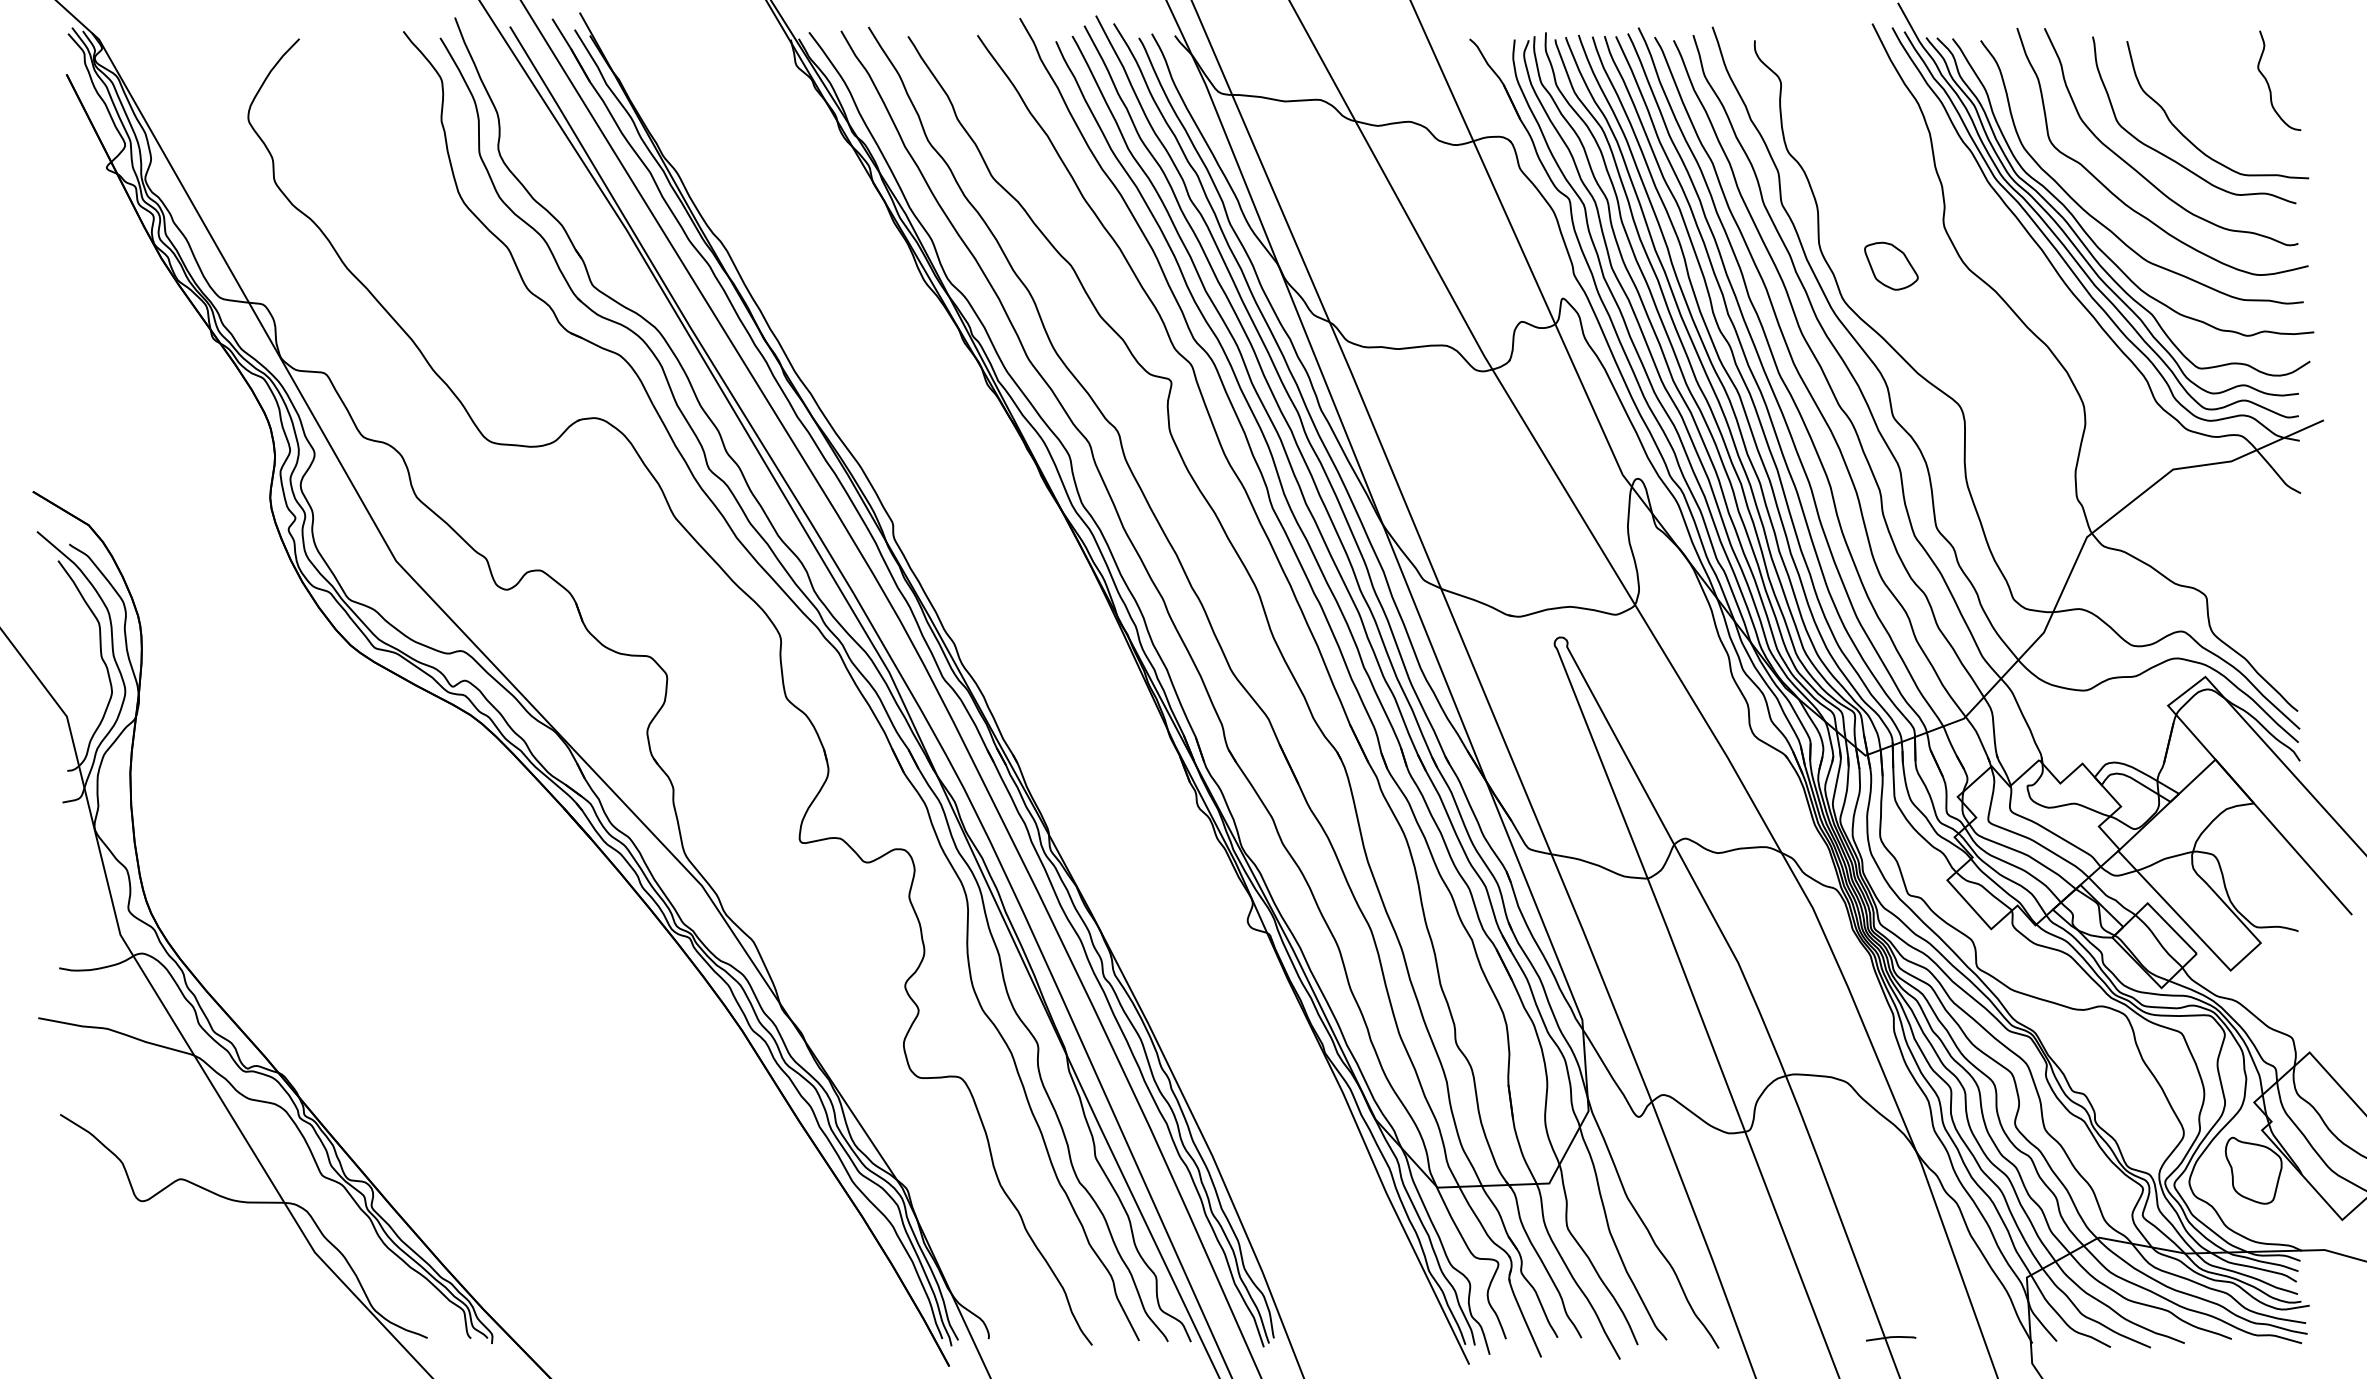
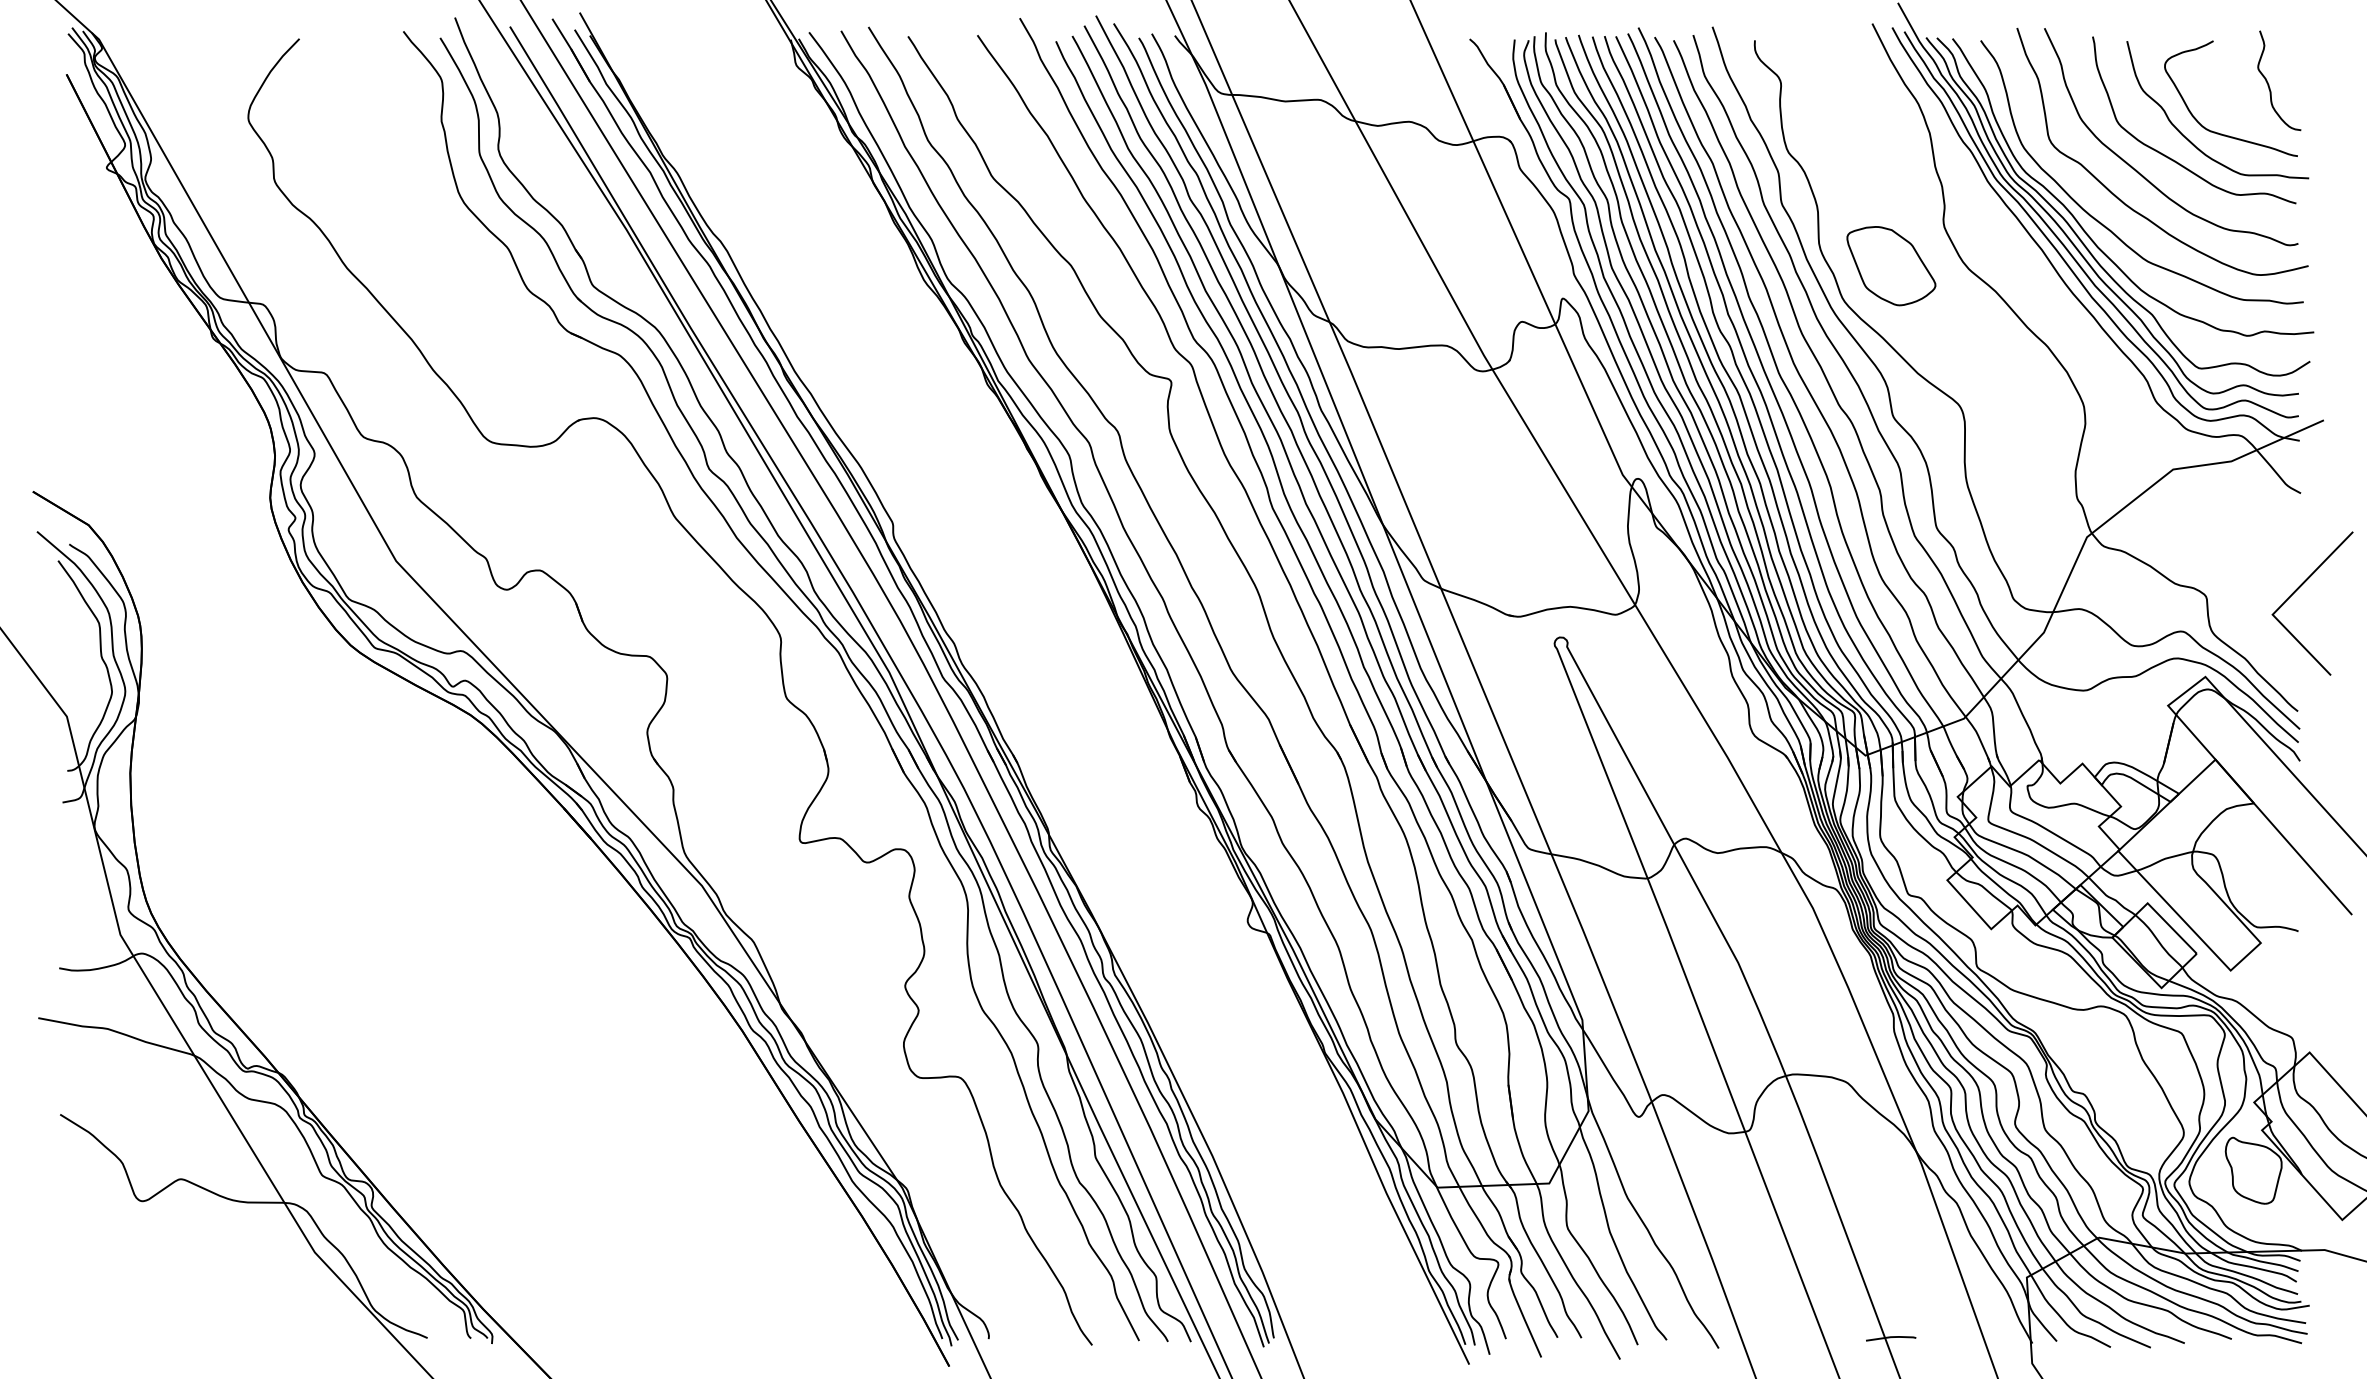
curve at (2218, 132): none -> present
part at (1891, 265) size: 55x50 px -> 91x81 px
line at (2298, 589): none -> present
